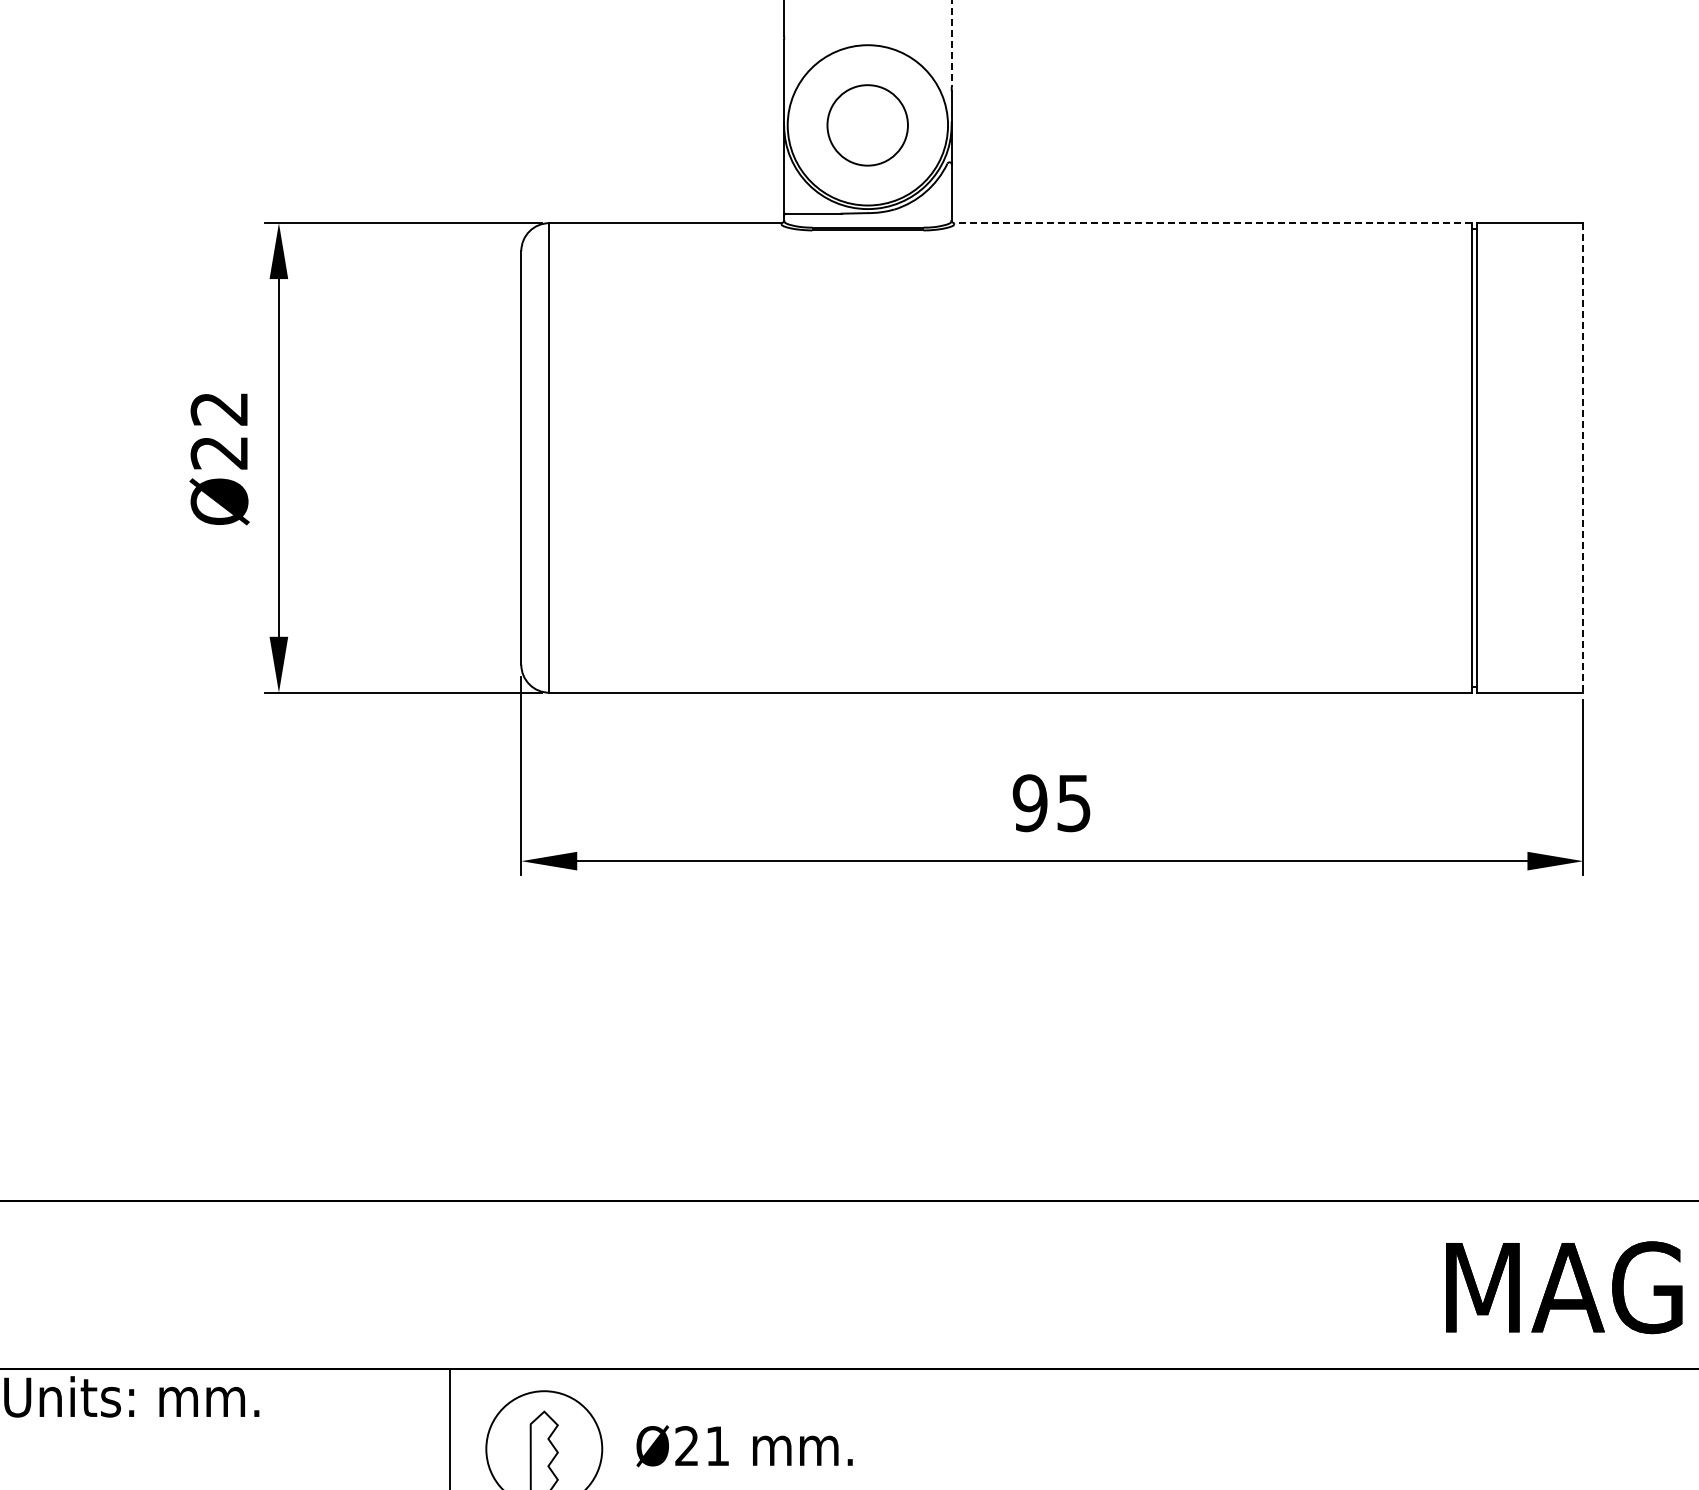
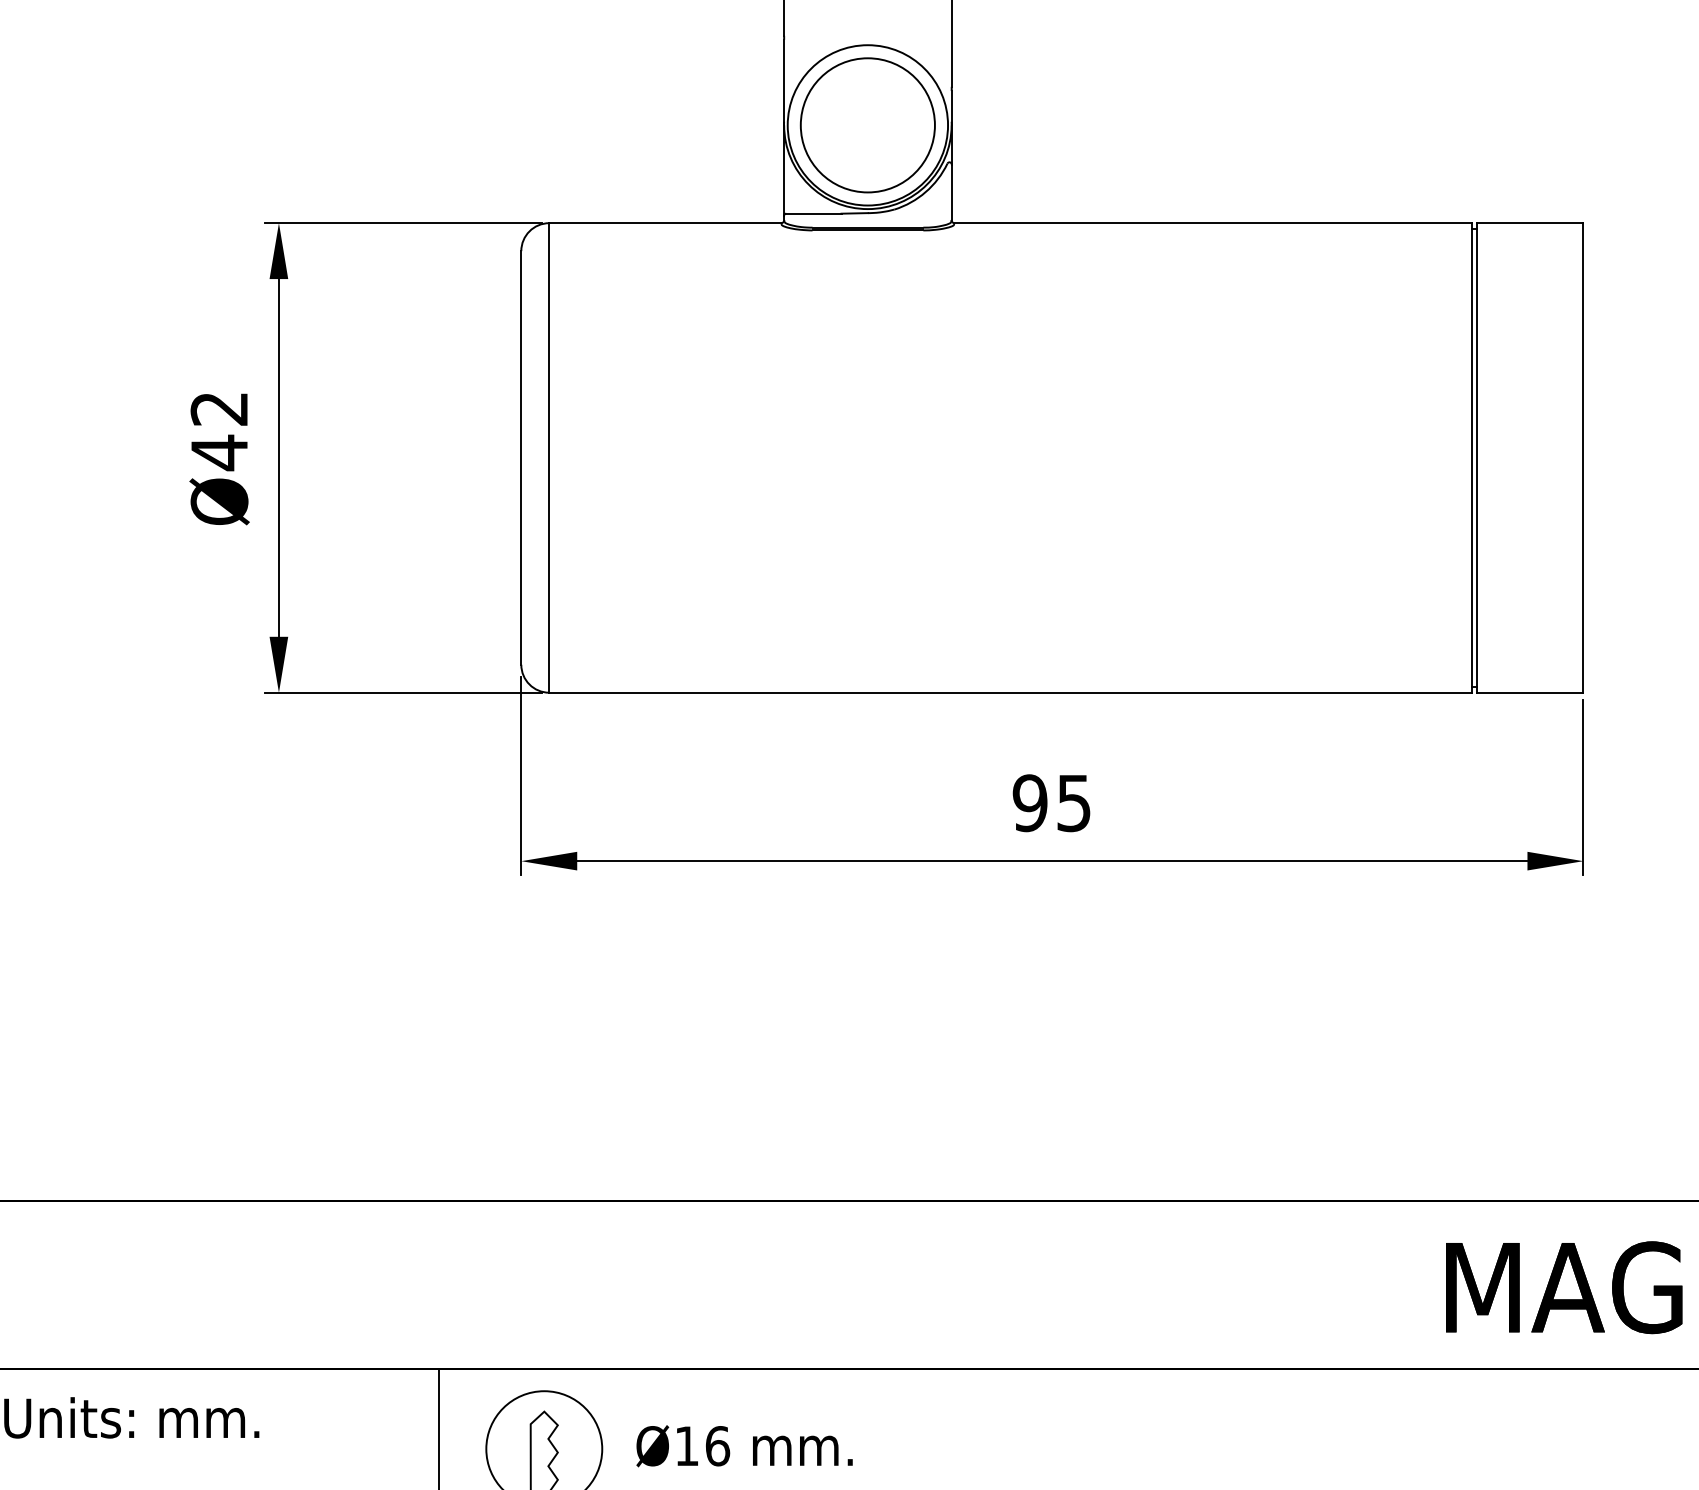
line at (951, 43): dashed -> solid
circle at (867, 125) size: 83x83 px -> 137x137 px
line at (1213, 223): dashed -> solid
text at (218, 452): Ø22 -> Ø42
line at (1583, 457): dashed -> solid
text at (131, 1396) position: (131, 1396) -> (131, 1417)
line at (450, 1427) position: (450, 1427) -> (439, 1427)
text at (702, 1446): Ø21 -> Ø16
